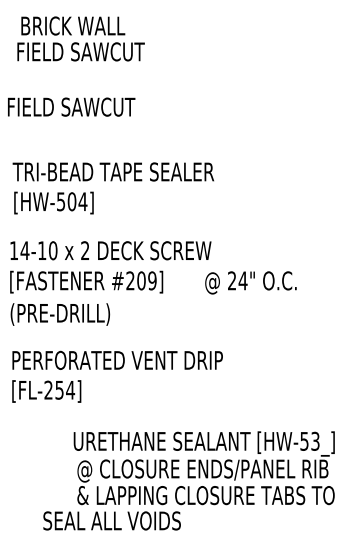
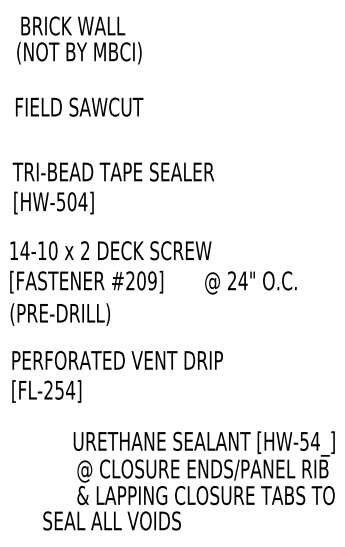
text at (80, 52): FIELD SAWCUT -> (NOT BY MBCI)
text at (71, 106) position: (71, 106) -> (79, 106)
text at (314, 440): [HW-53_] -> [HW-54_]
